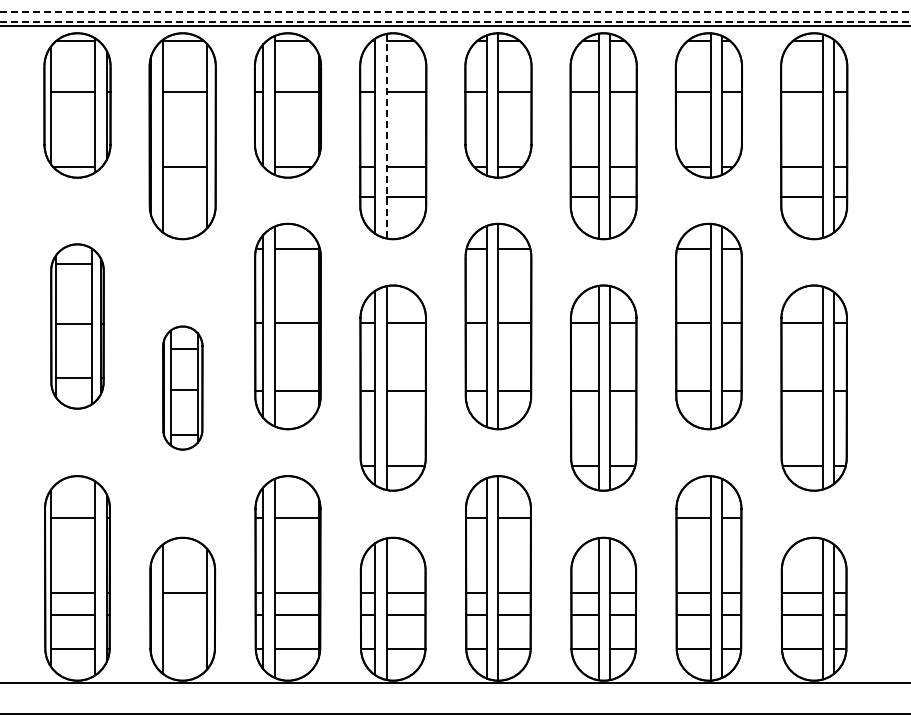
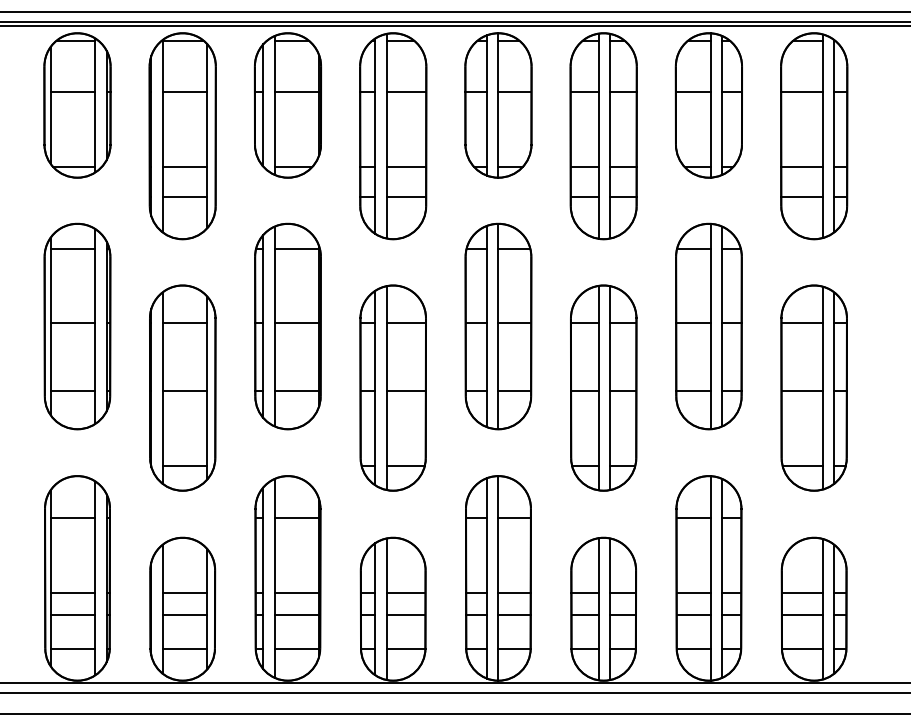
line at (455, 12): dashed -> solid
line at (455, 21): dashed -> solid
line at (386, 135): dashed -> solid
line at (184, 197): none -> present
part at (77, 326) size: 55x167 px -> 69x209 px
part at (182, 387) size: 42x126 px -> 68x208 px
line at (184, 615): none -> present
line at (184, 649): none -> present
line at (454, 693): none -> present
